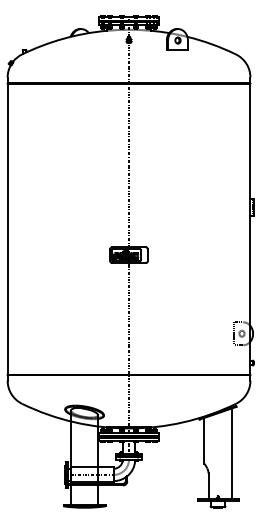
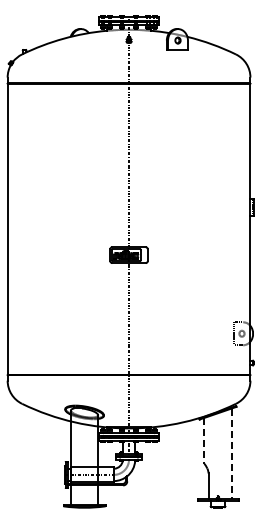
line at (204, 440): solid -> dashed
line at (231, 454): solid -> dashed
